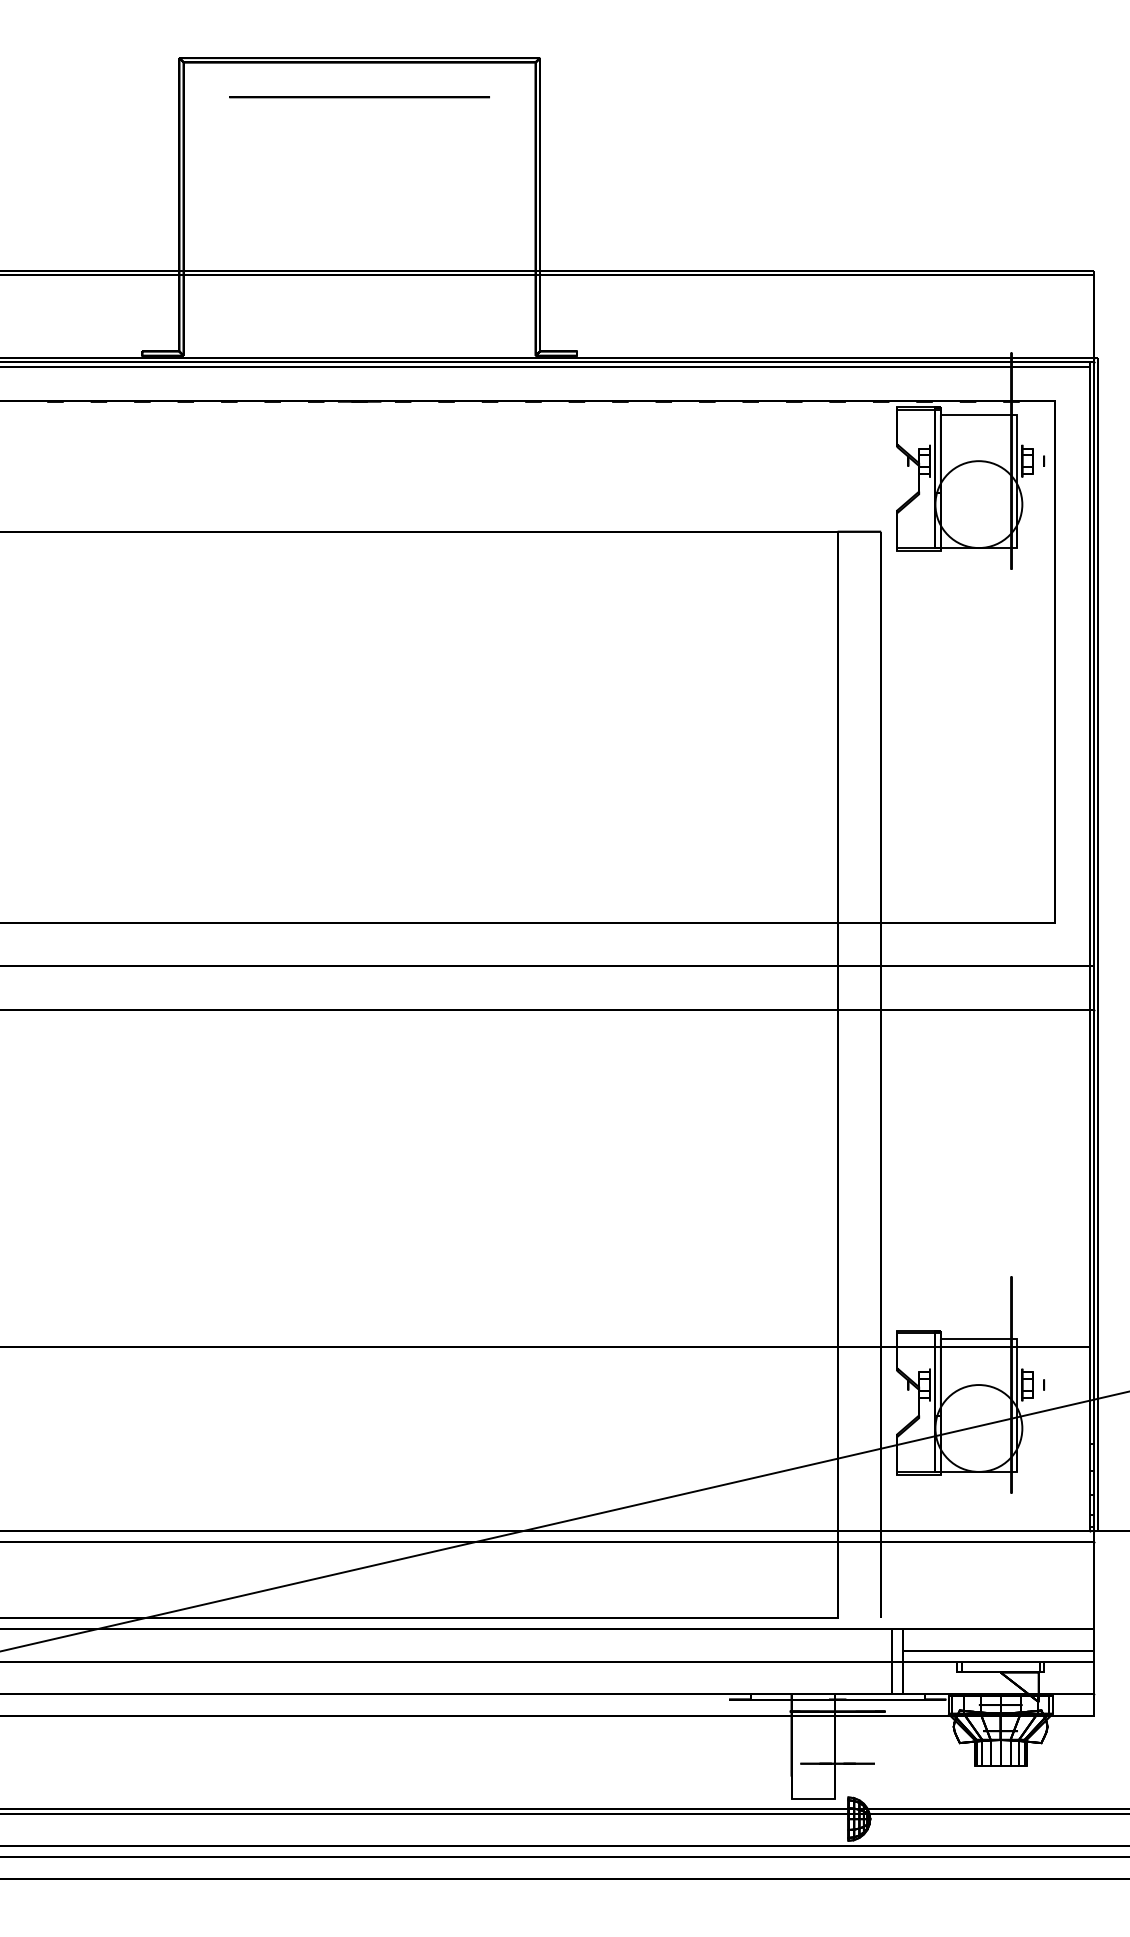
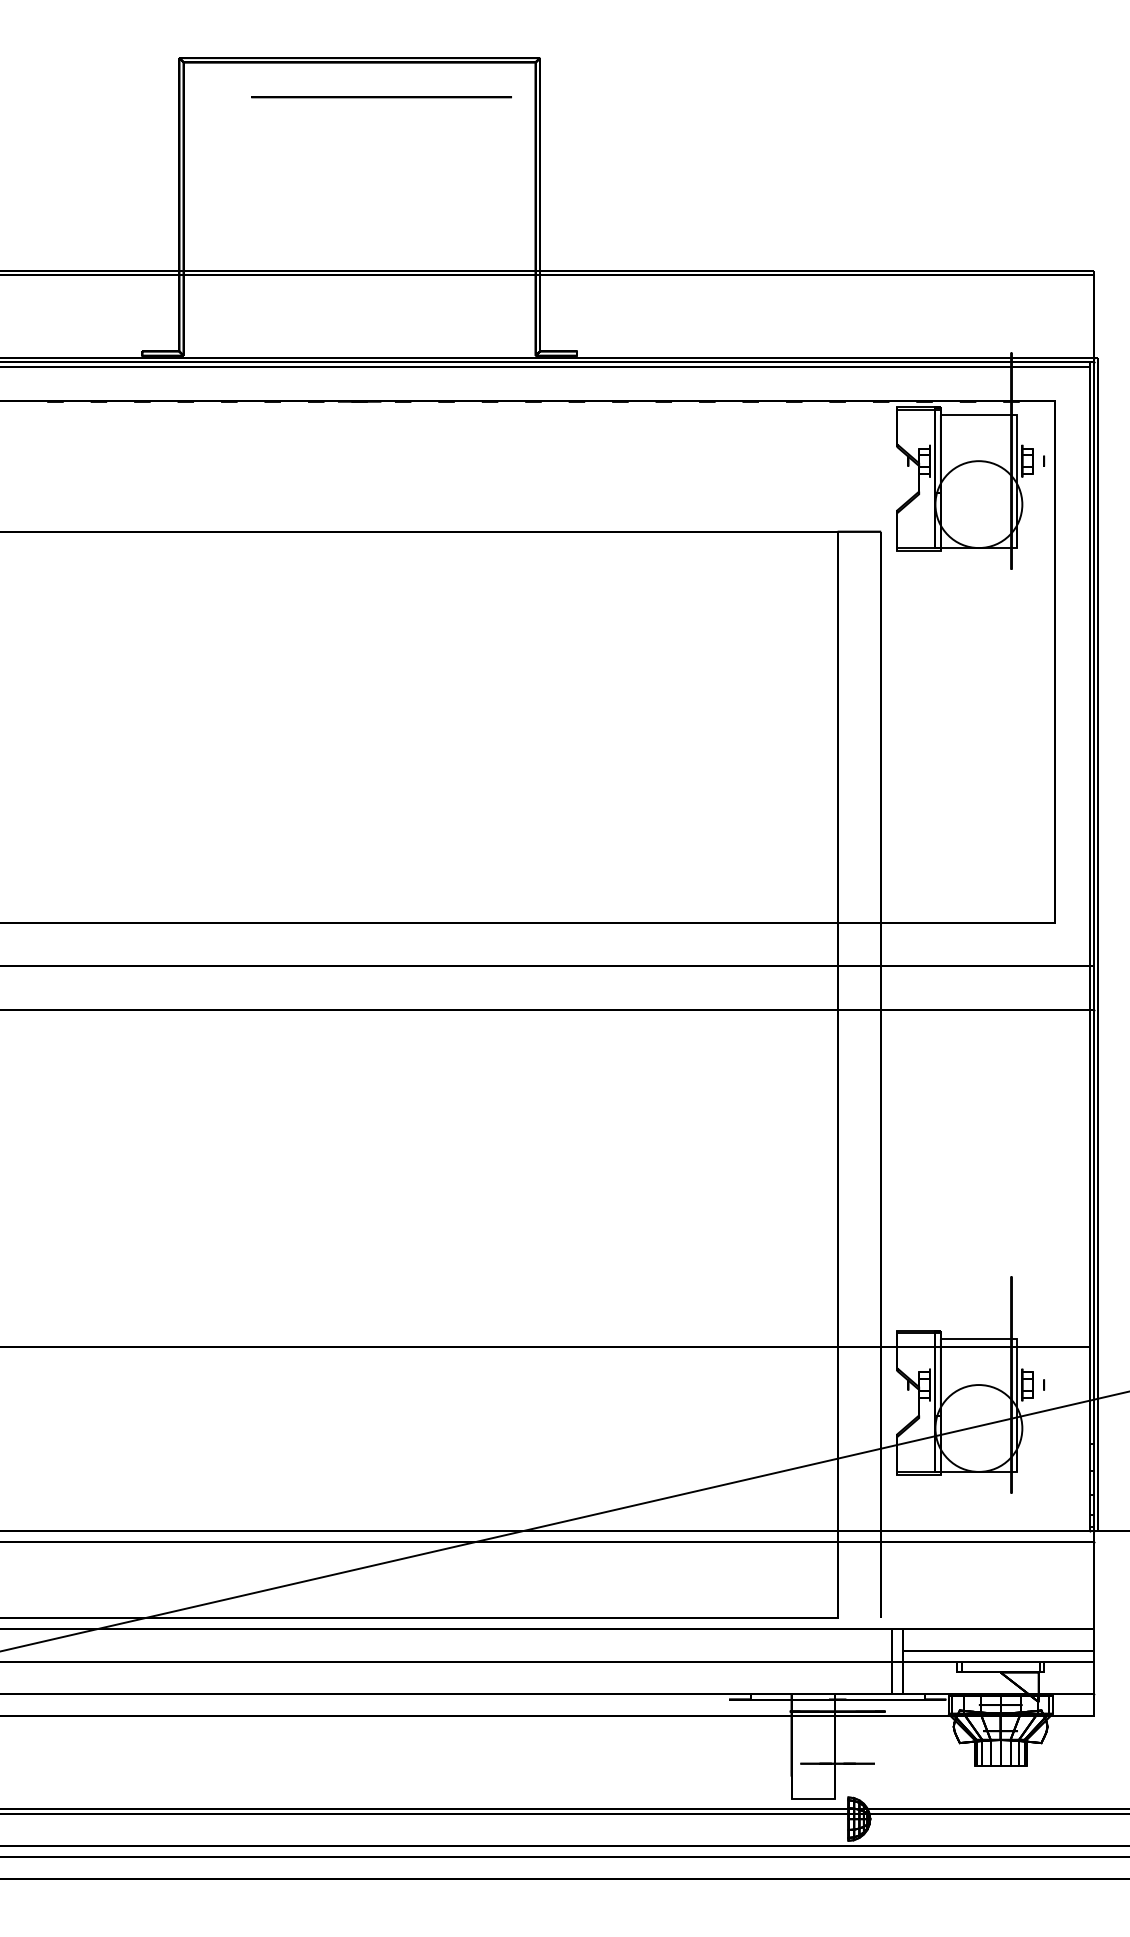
circle at (359, 97) position: (359, 97) -> (381, 97)
